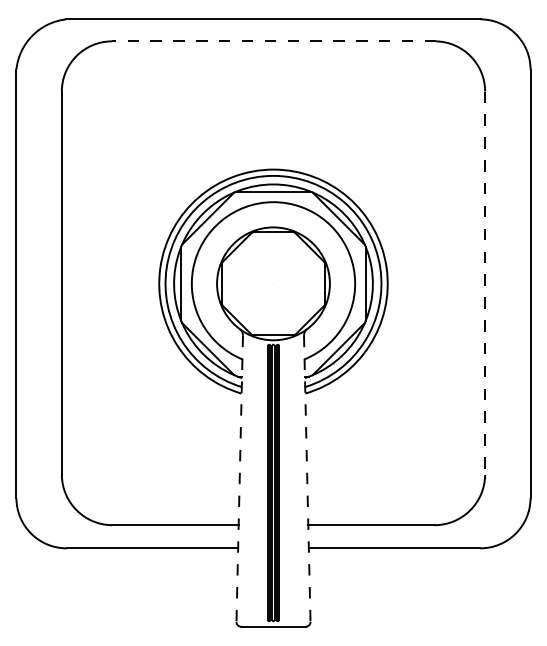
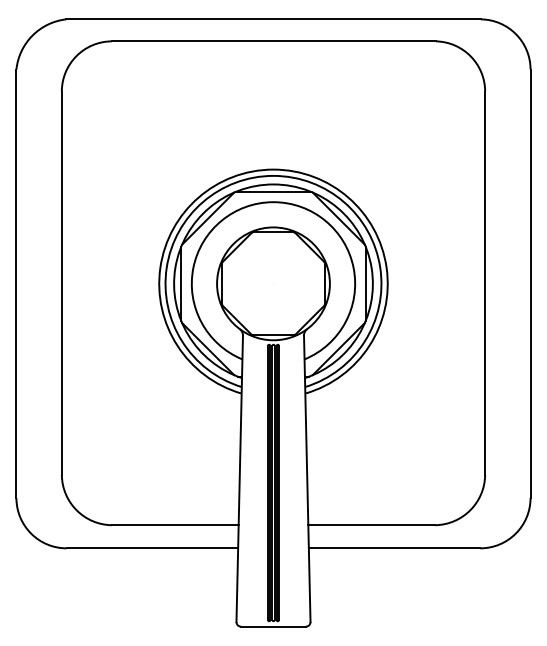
line at (274, 41): dashed -> solid
line at (485, 283): dashed -> solid
line at (239, 479): dashed -> solid
line at (307, 479): dashed -> solid
